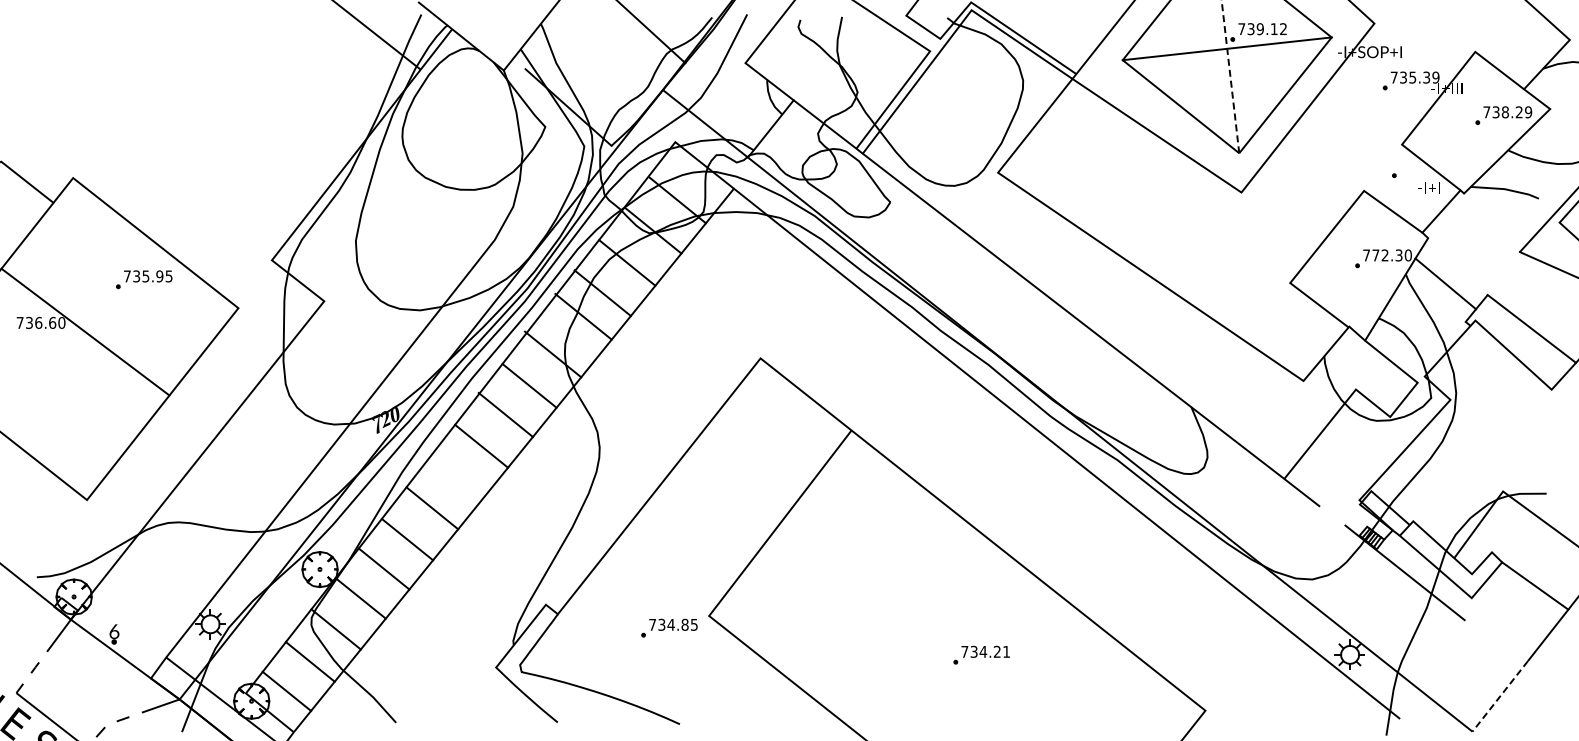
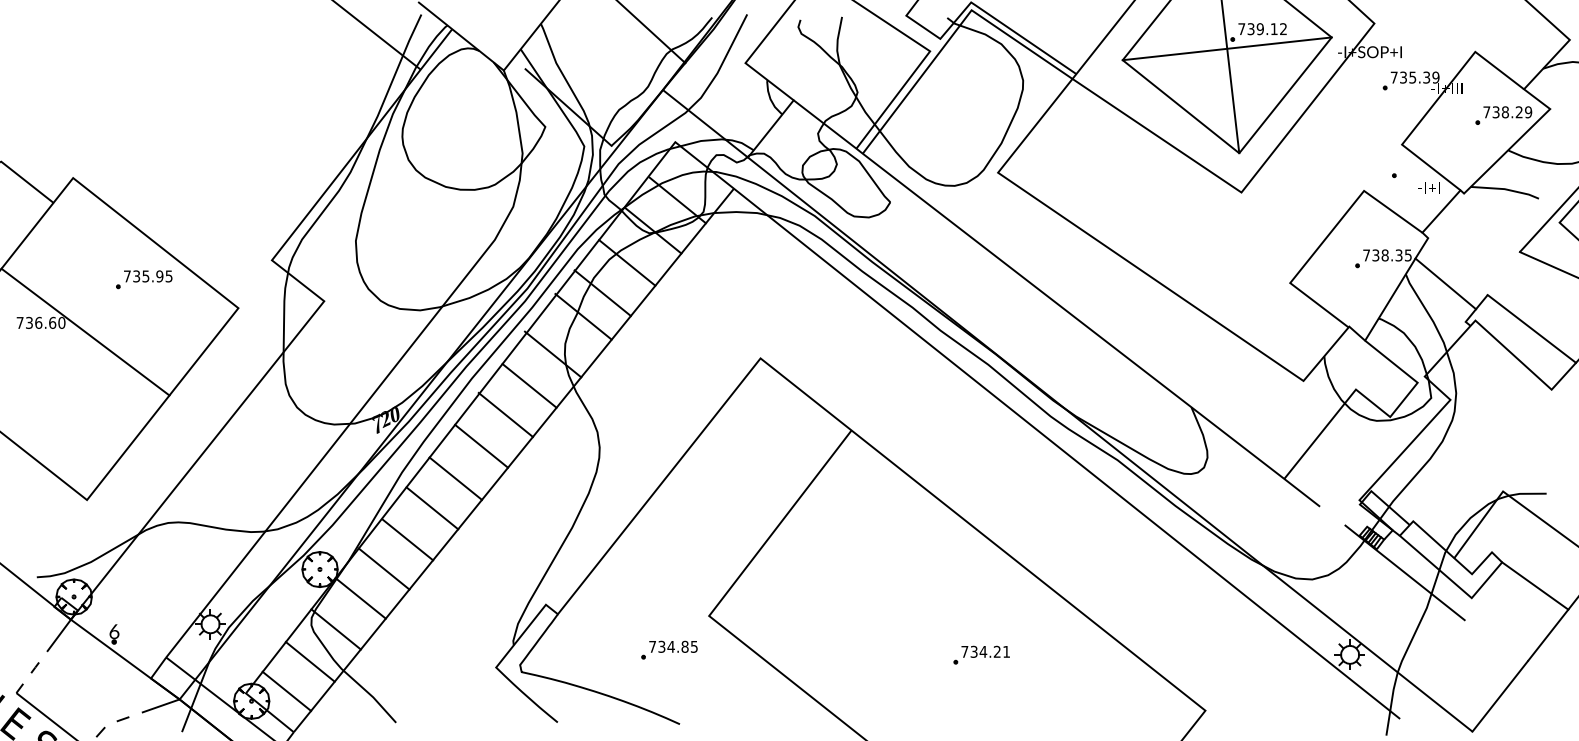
line at (1230, 77): dashed -> solid
text at (1391, 255): 772.30 -> 738.35
line at (455, 478): none -> present
part at (669, 627) position: (669, 627) -> (669, 649)
line at (1500, 696): dashed -> solid
